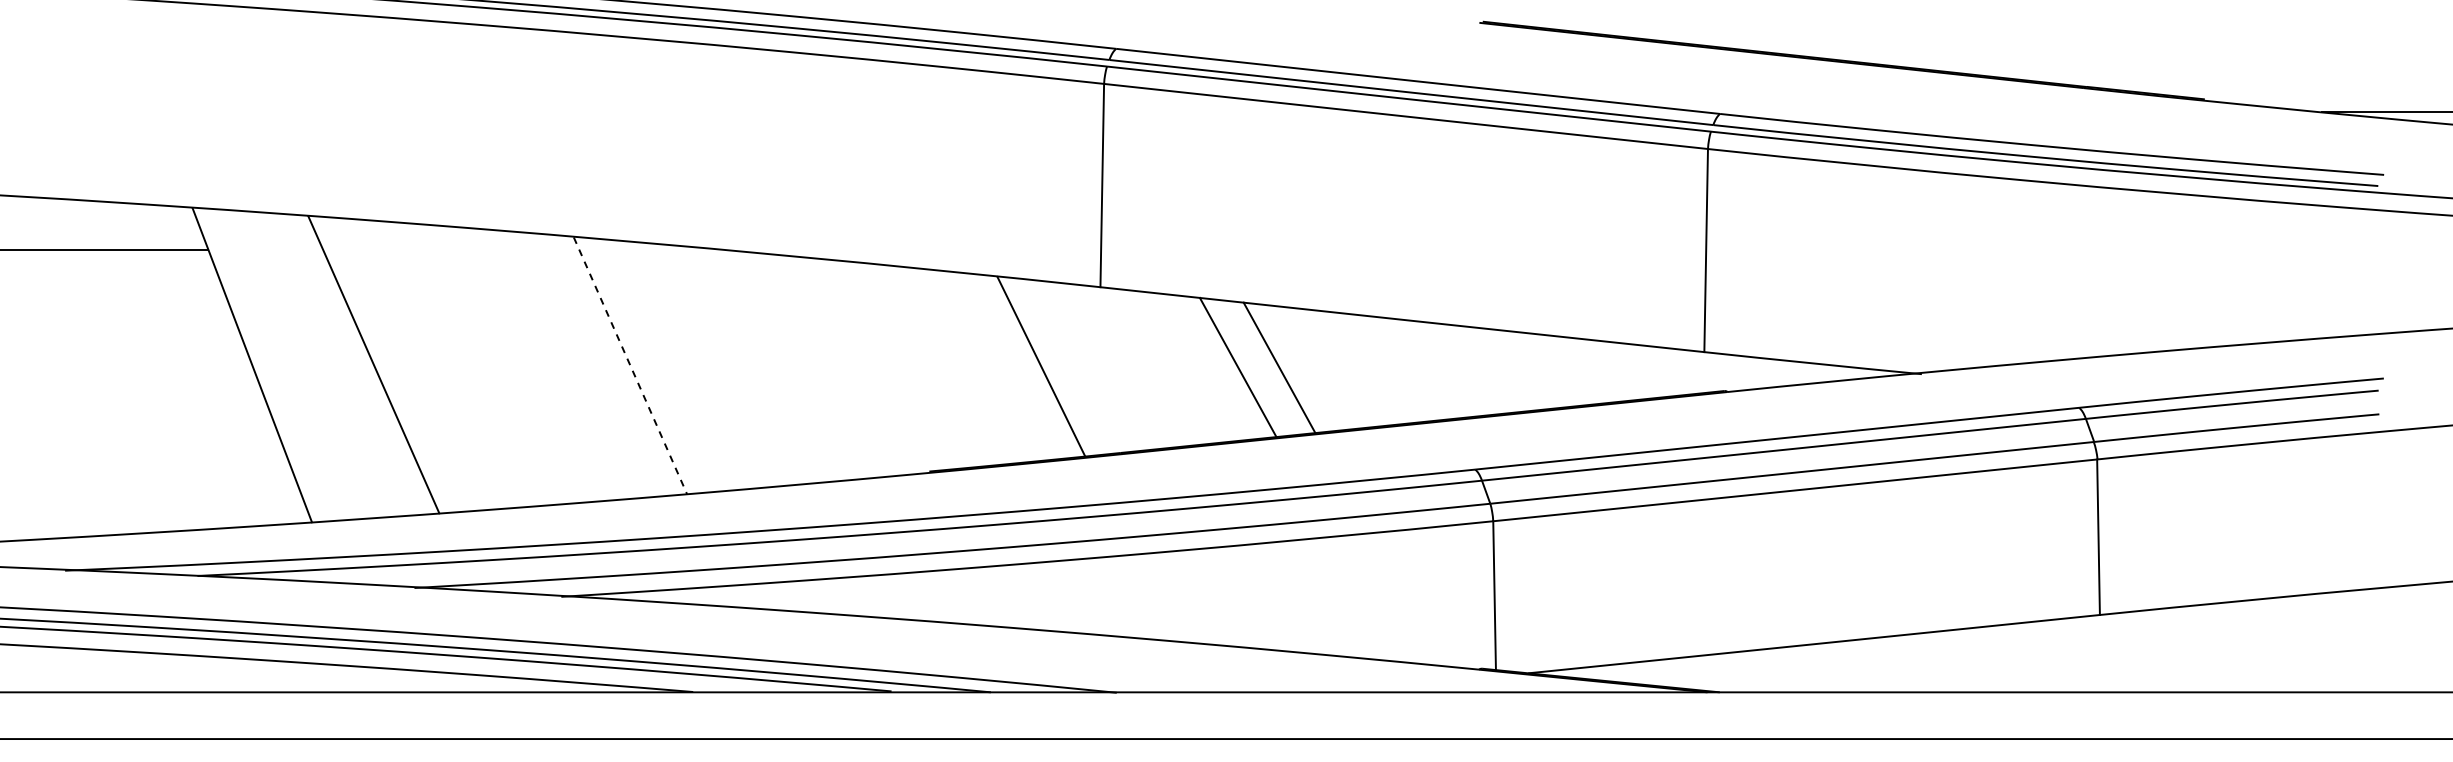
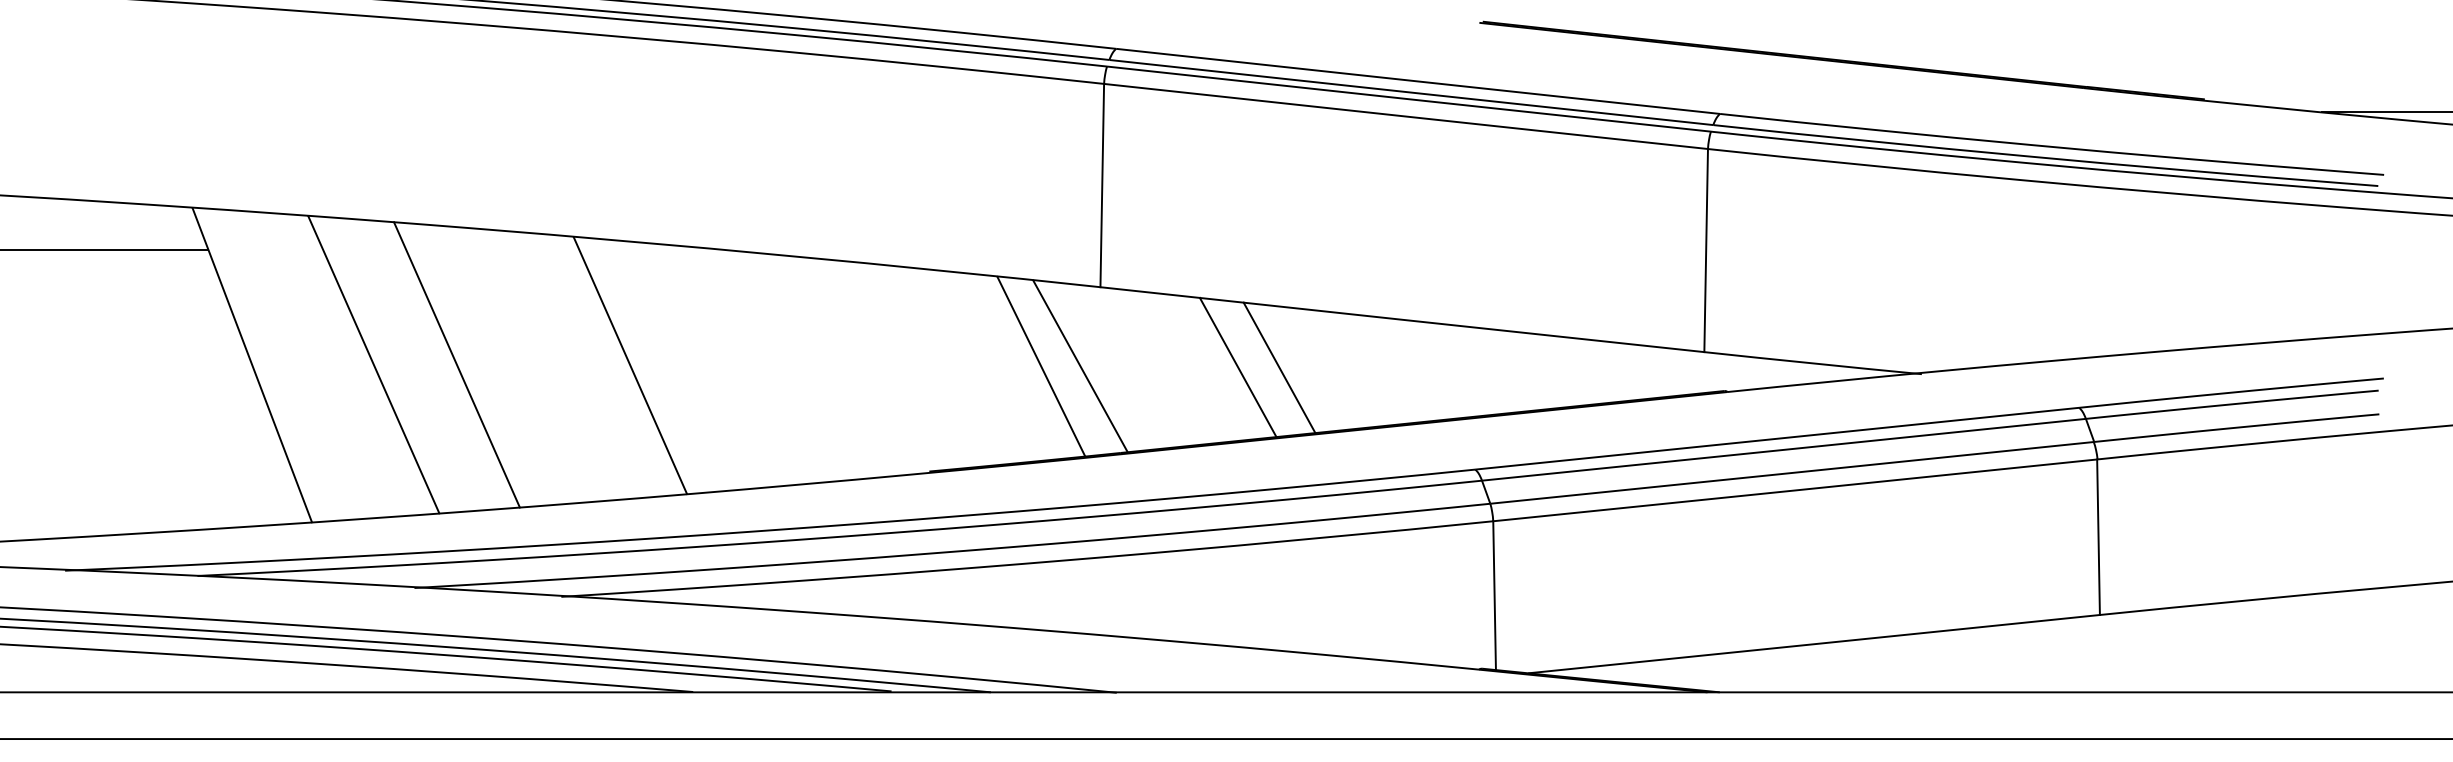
line at (456, 364): none -> present
line at (630, 366): dashed -> solid
line at (1080, 366): none -> present
